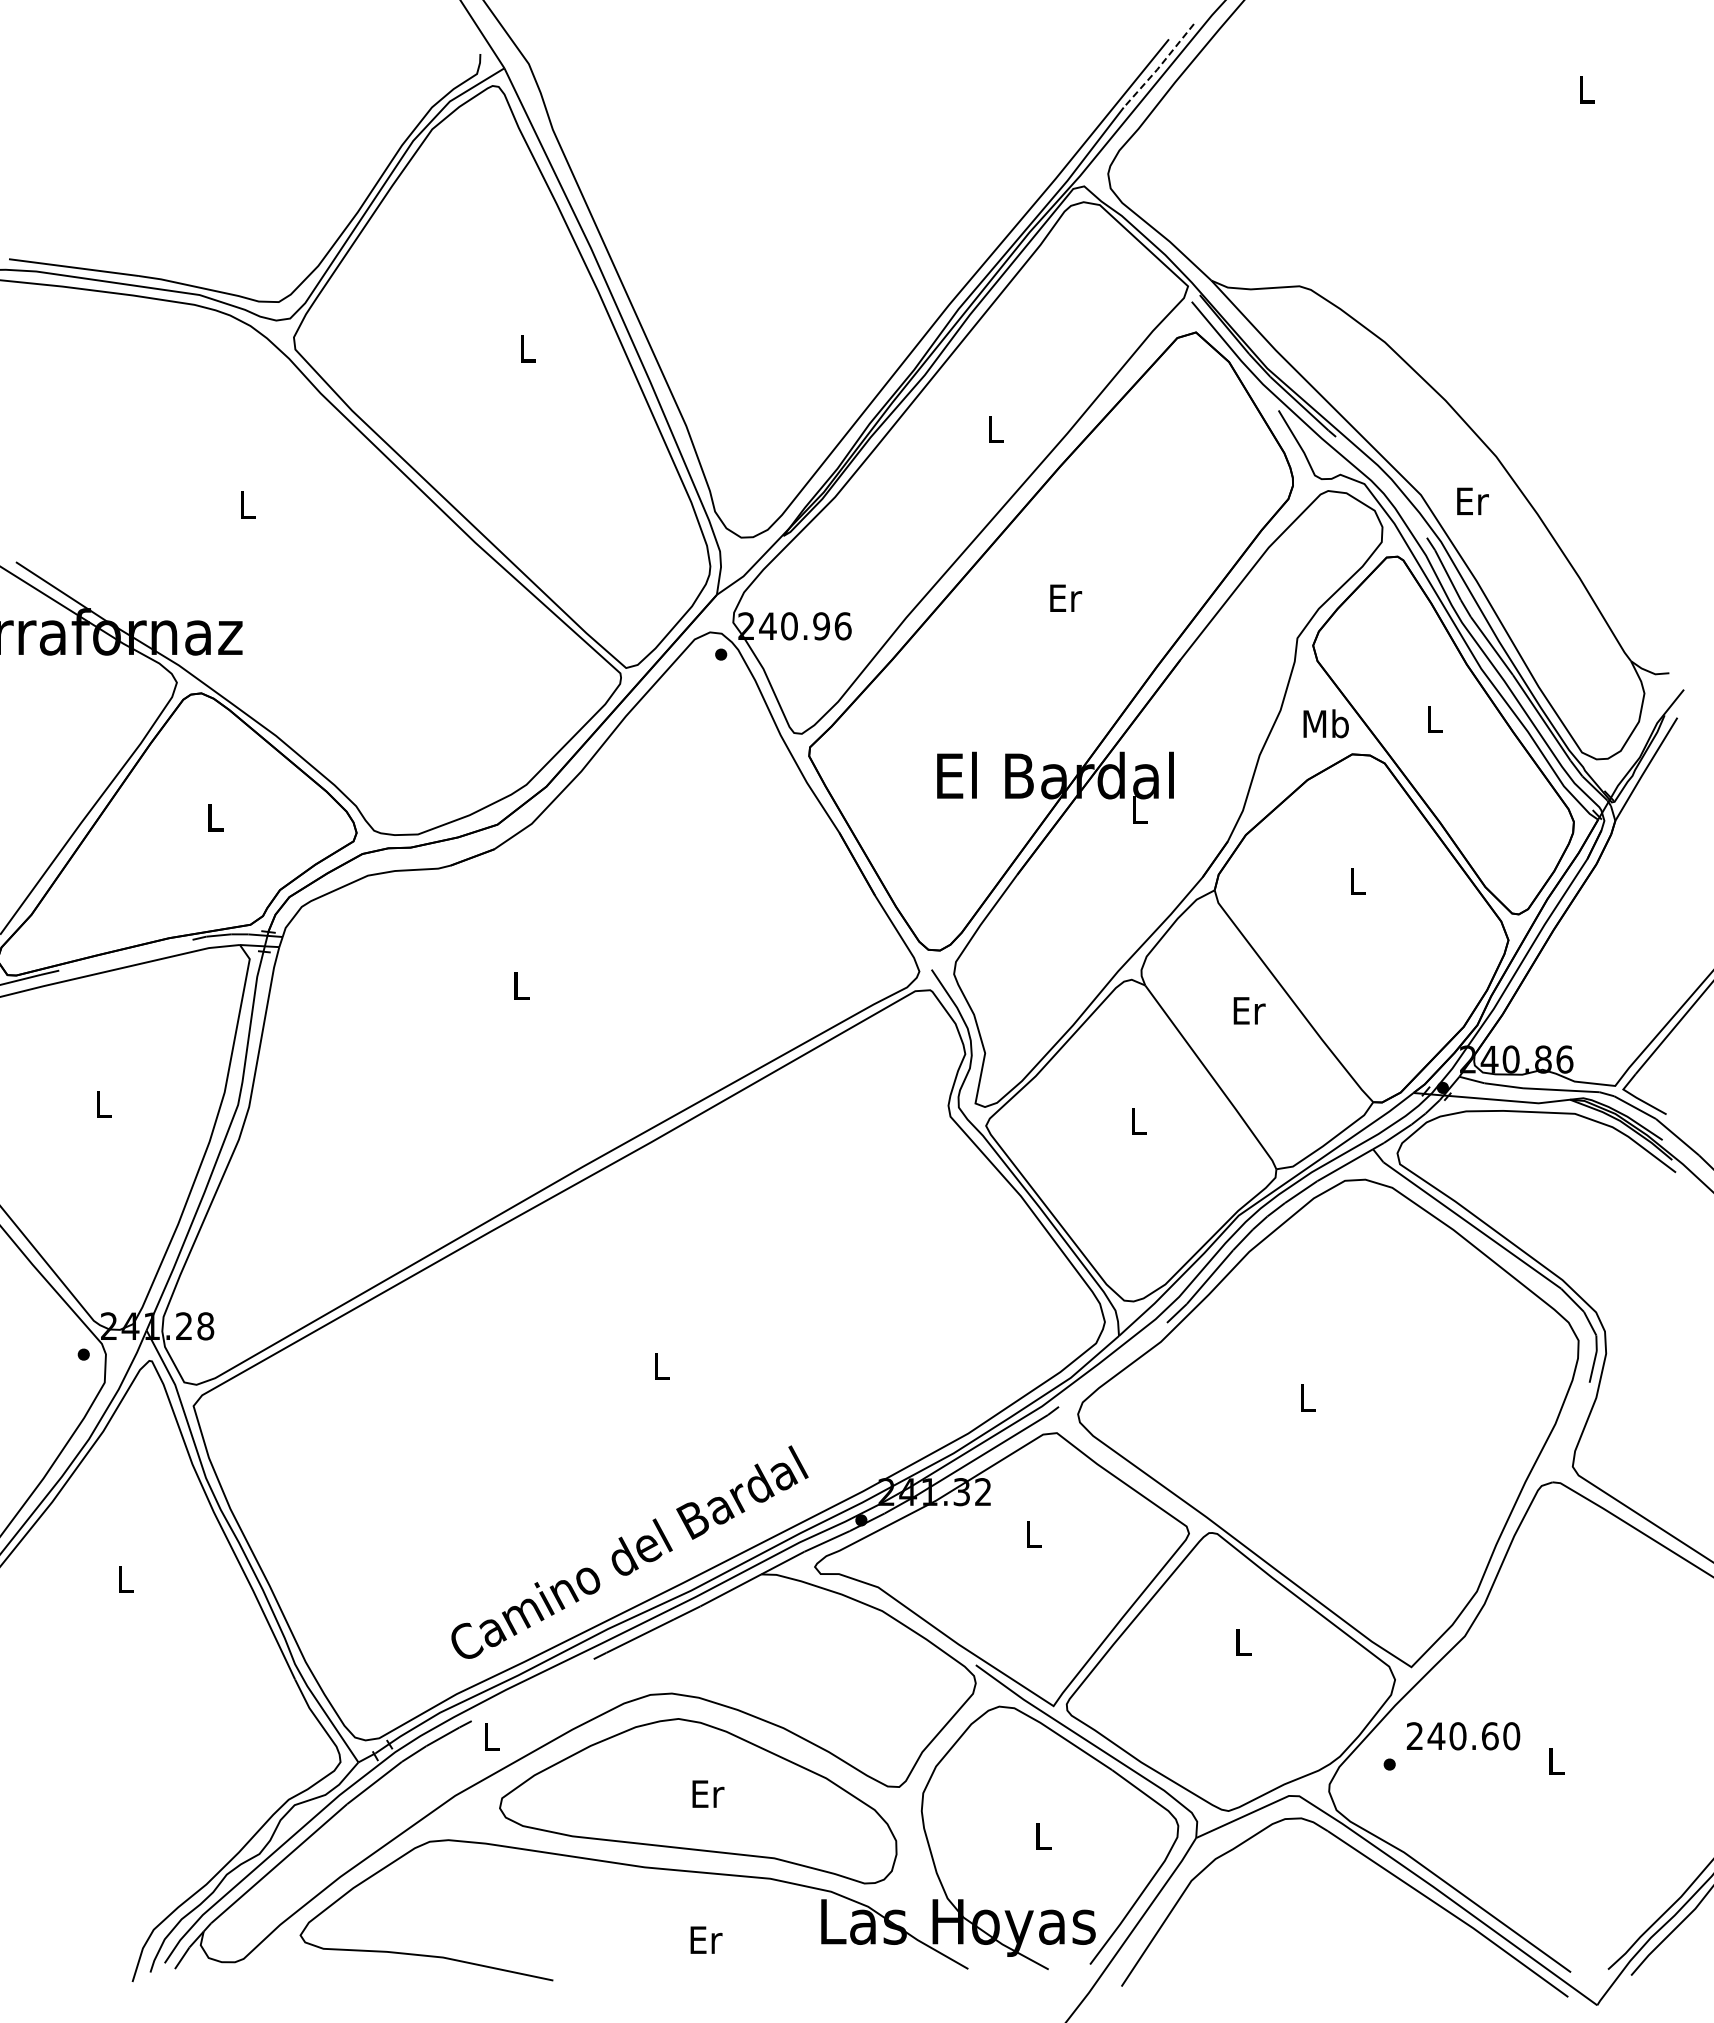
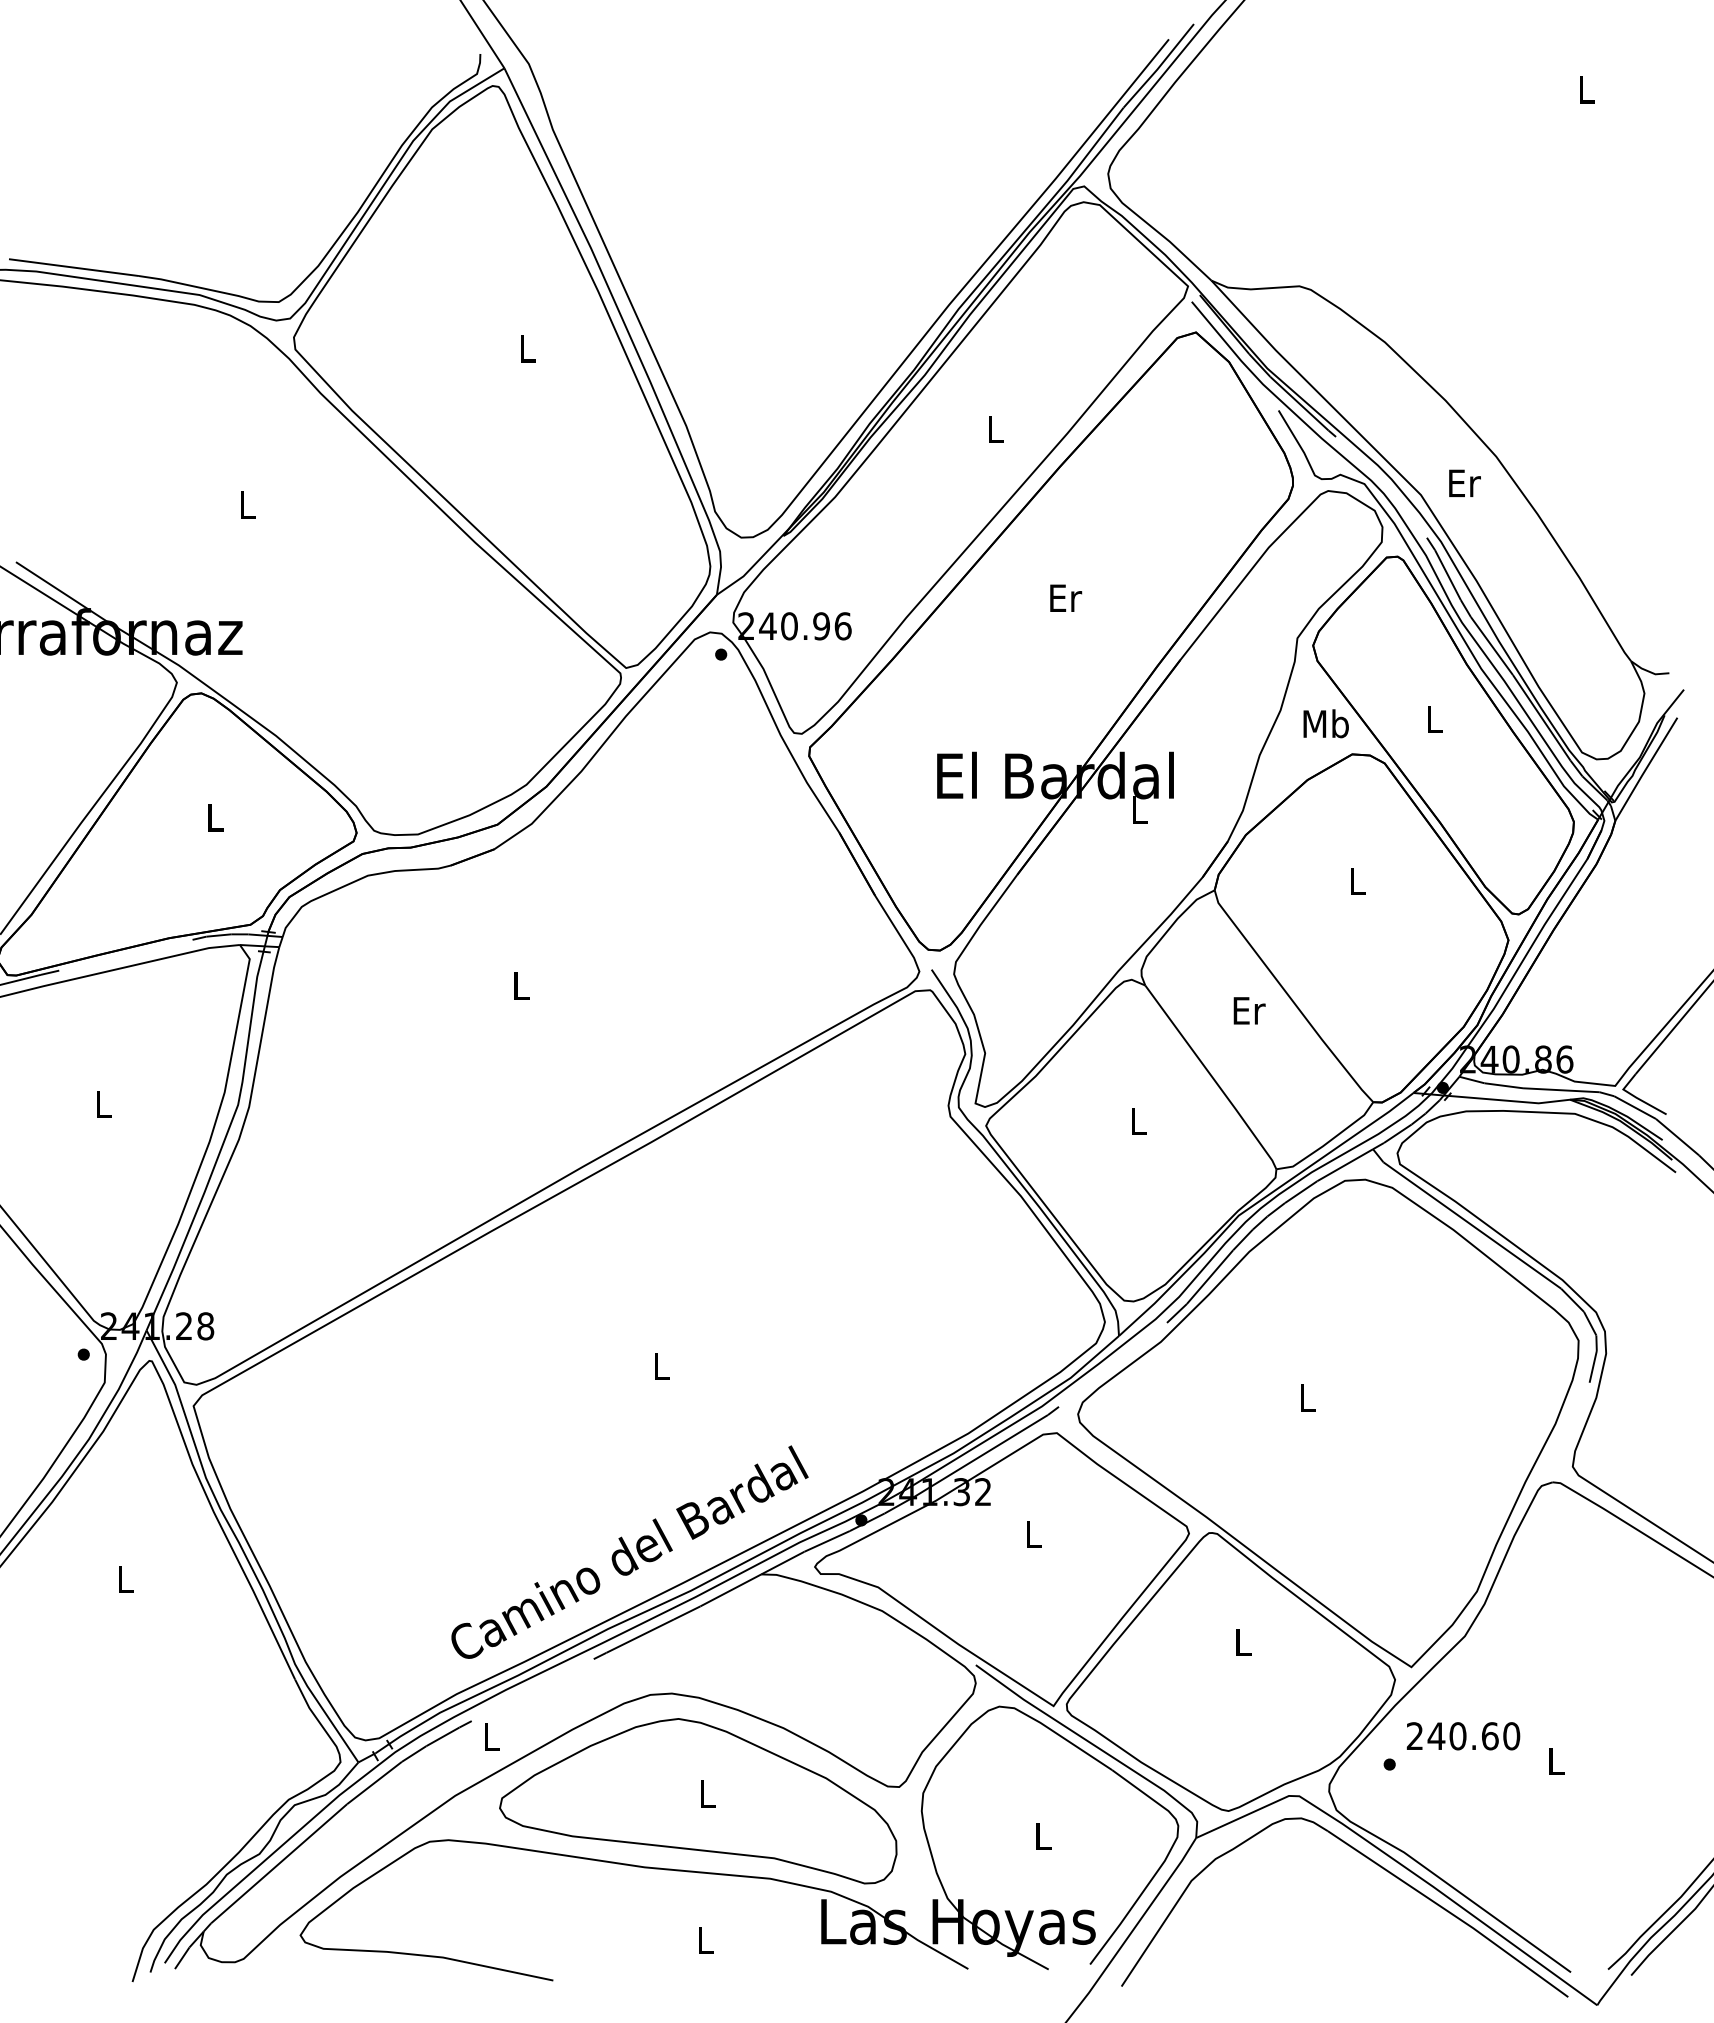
line at (1159, 67): dashed -> solid
text at (1472, 500) position: (1472, 500) -> (1464, 482)
text at (708, 1793): Er -> L
text at (706, 1939): Er -> L
